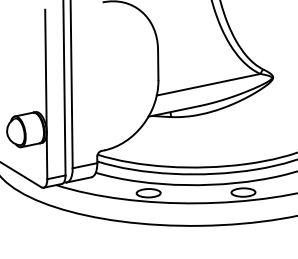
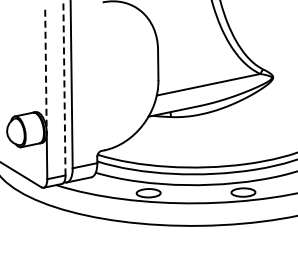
line at (45, 71): solid -> dashed
line at (64, 87): solid -> dashed
